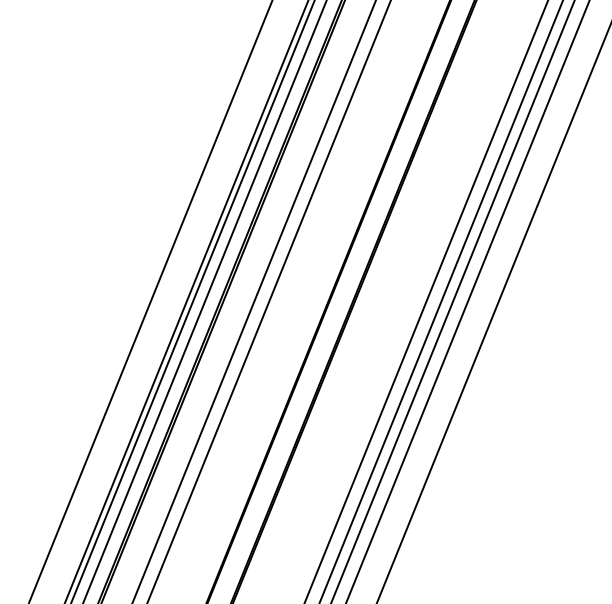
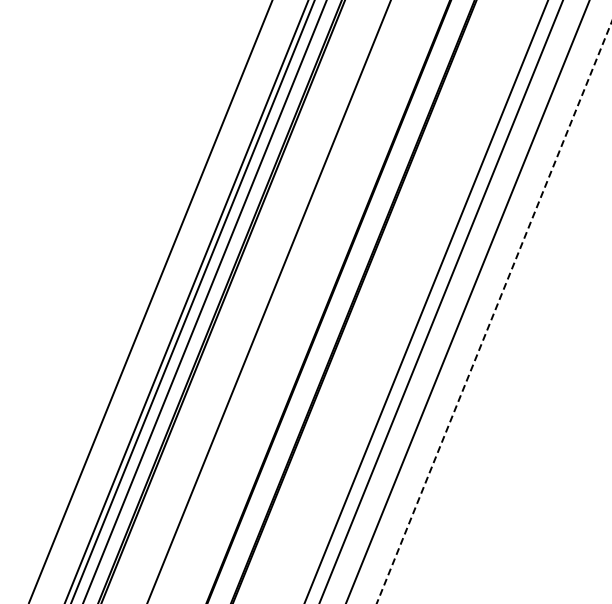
line at (254, 301): present -> none
line at (452, 301): present -> none
line at (494, 312): solid -> dashed
